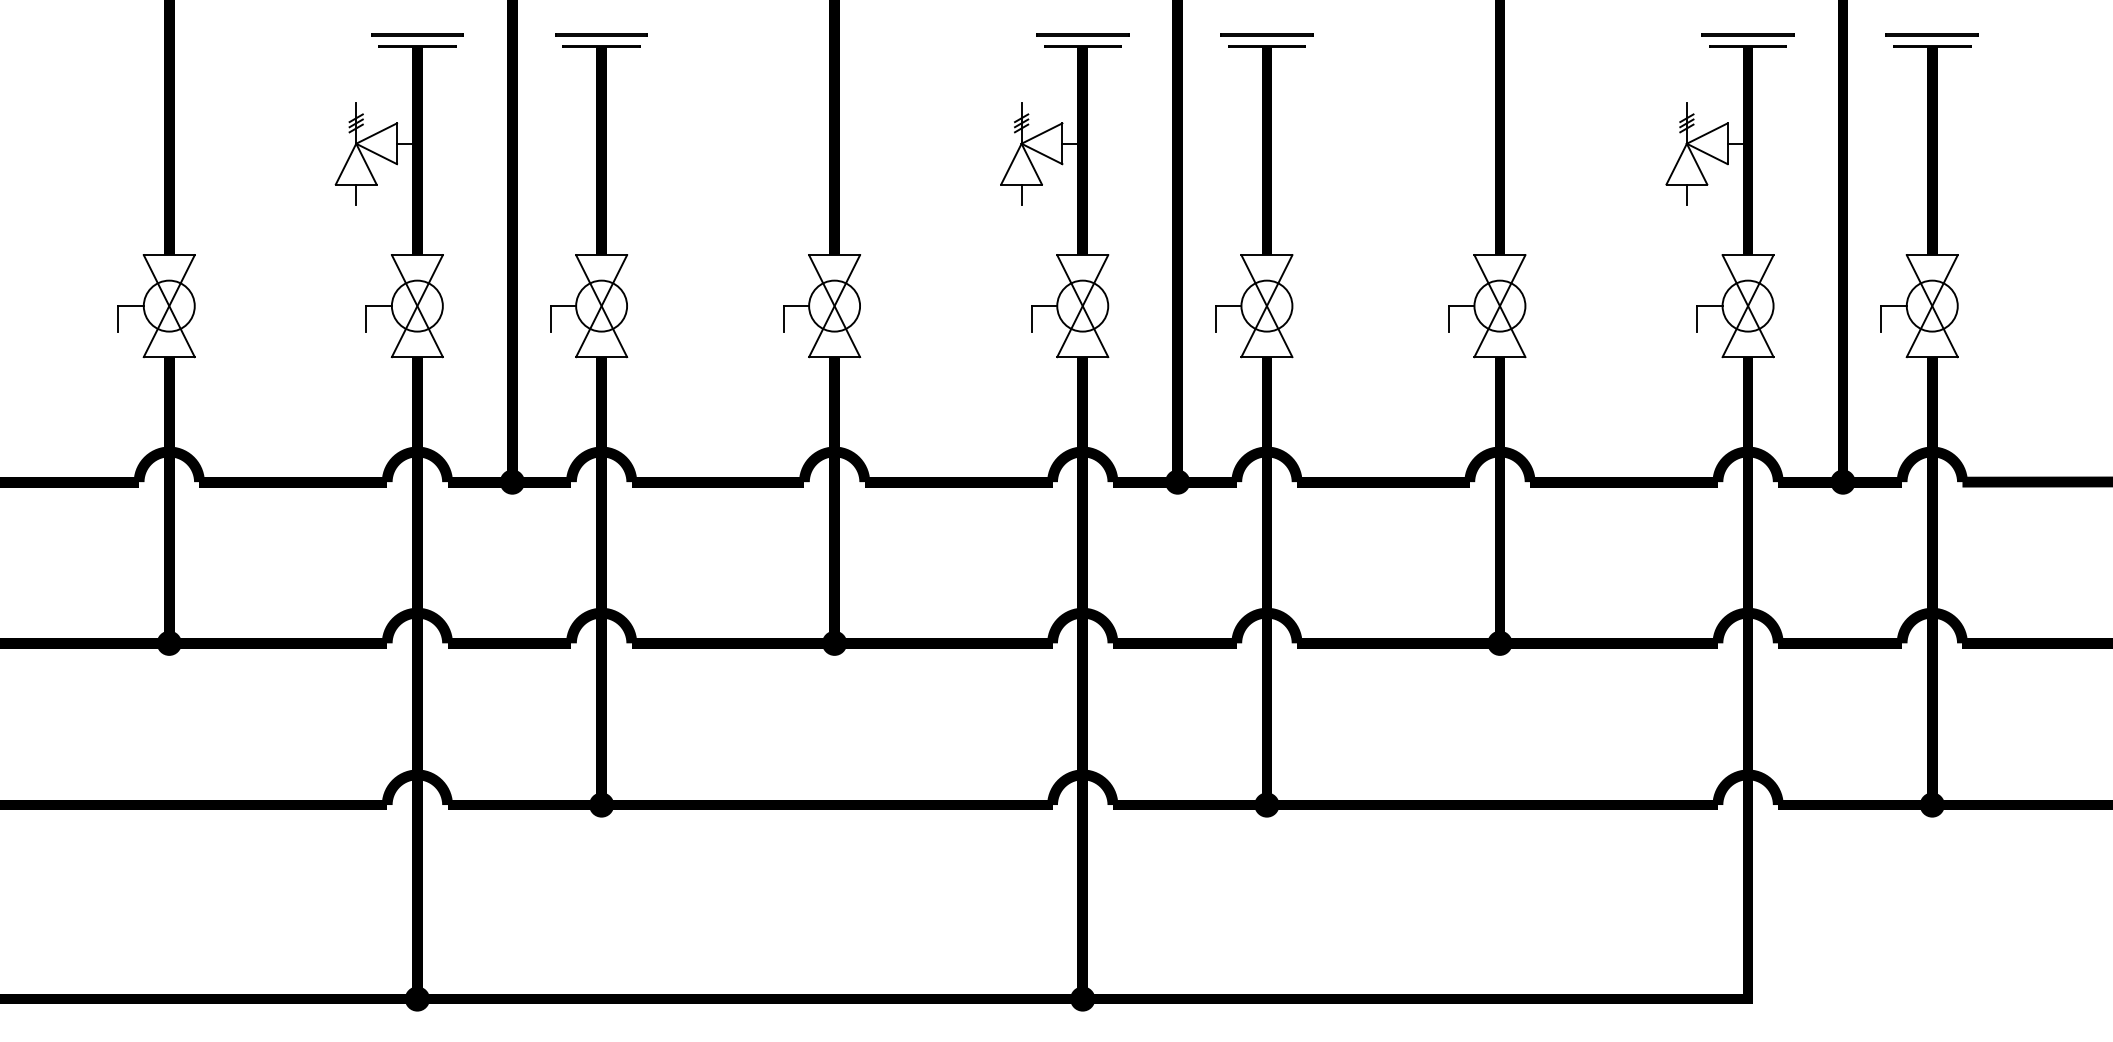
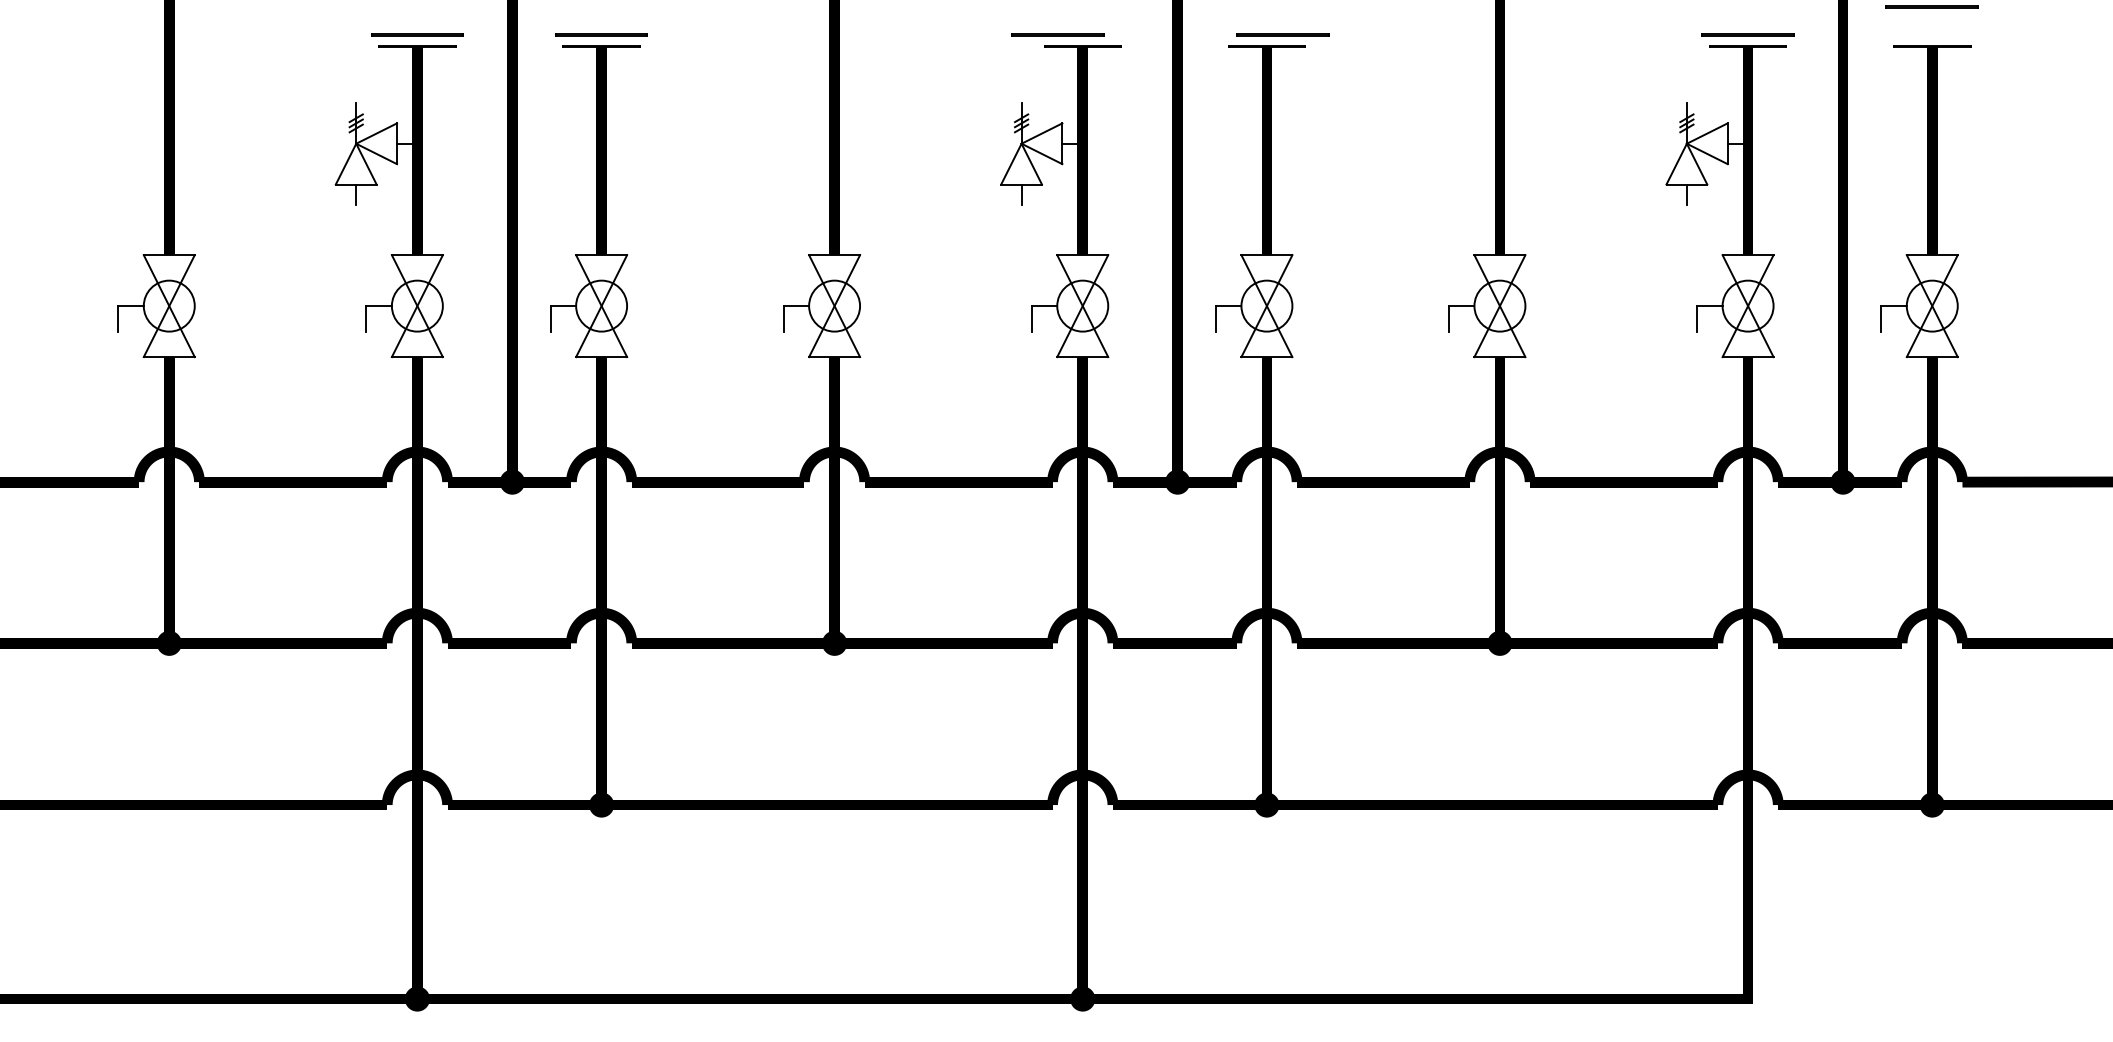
line at (1082, 34) position: (1082, 34) -> (1057, 34)
line at (1266, 34) position: (1266, 34) -> (1282, 34)
line at (1931, 34) position: (1931, 34) -> (1931, 6)
